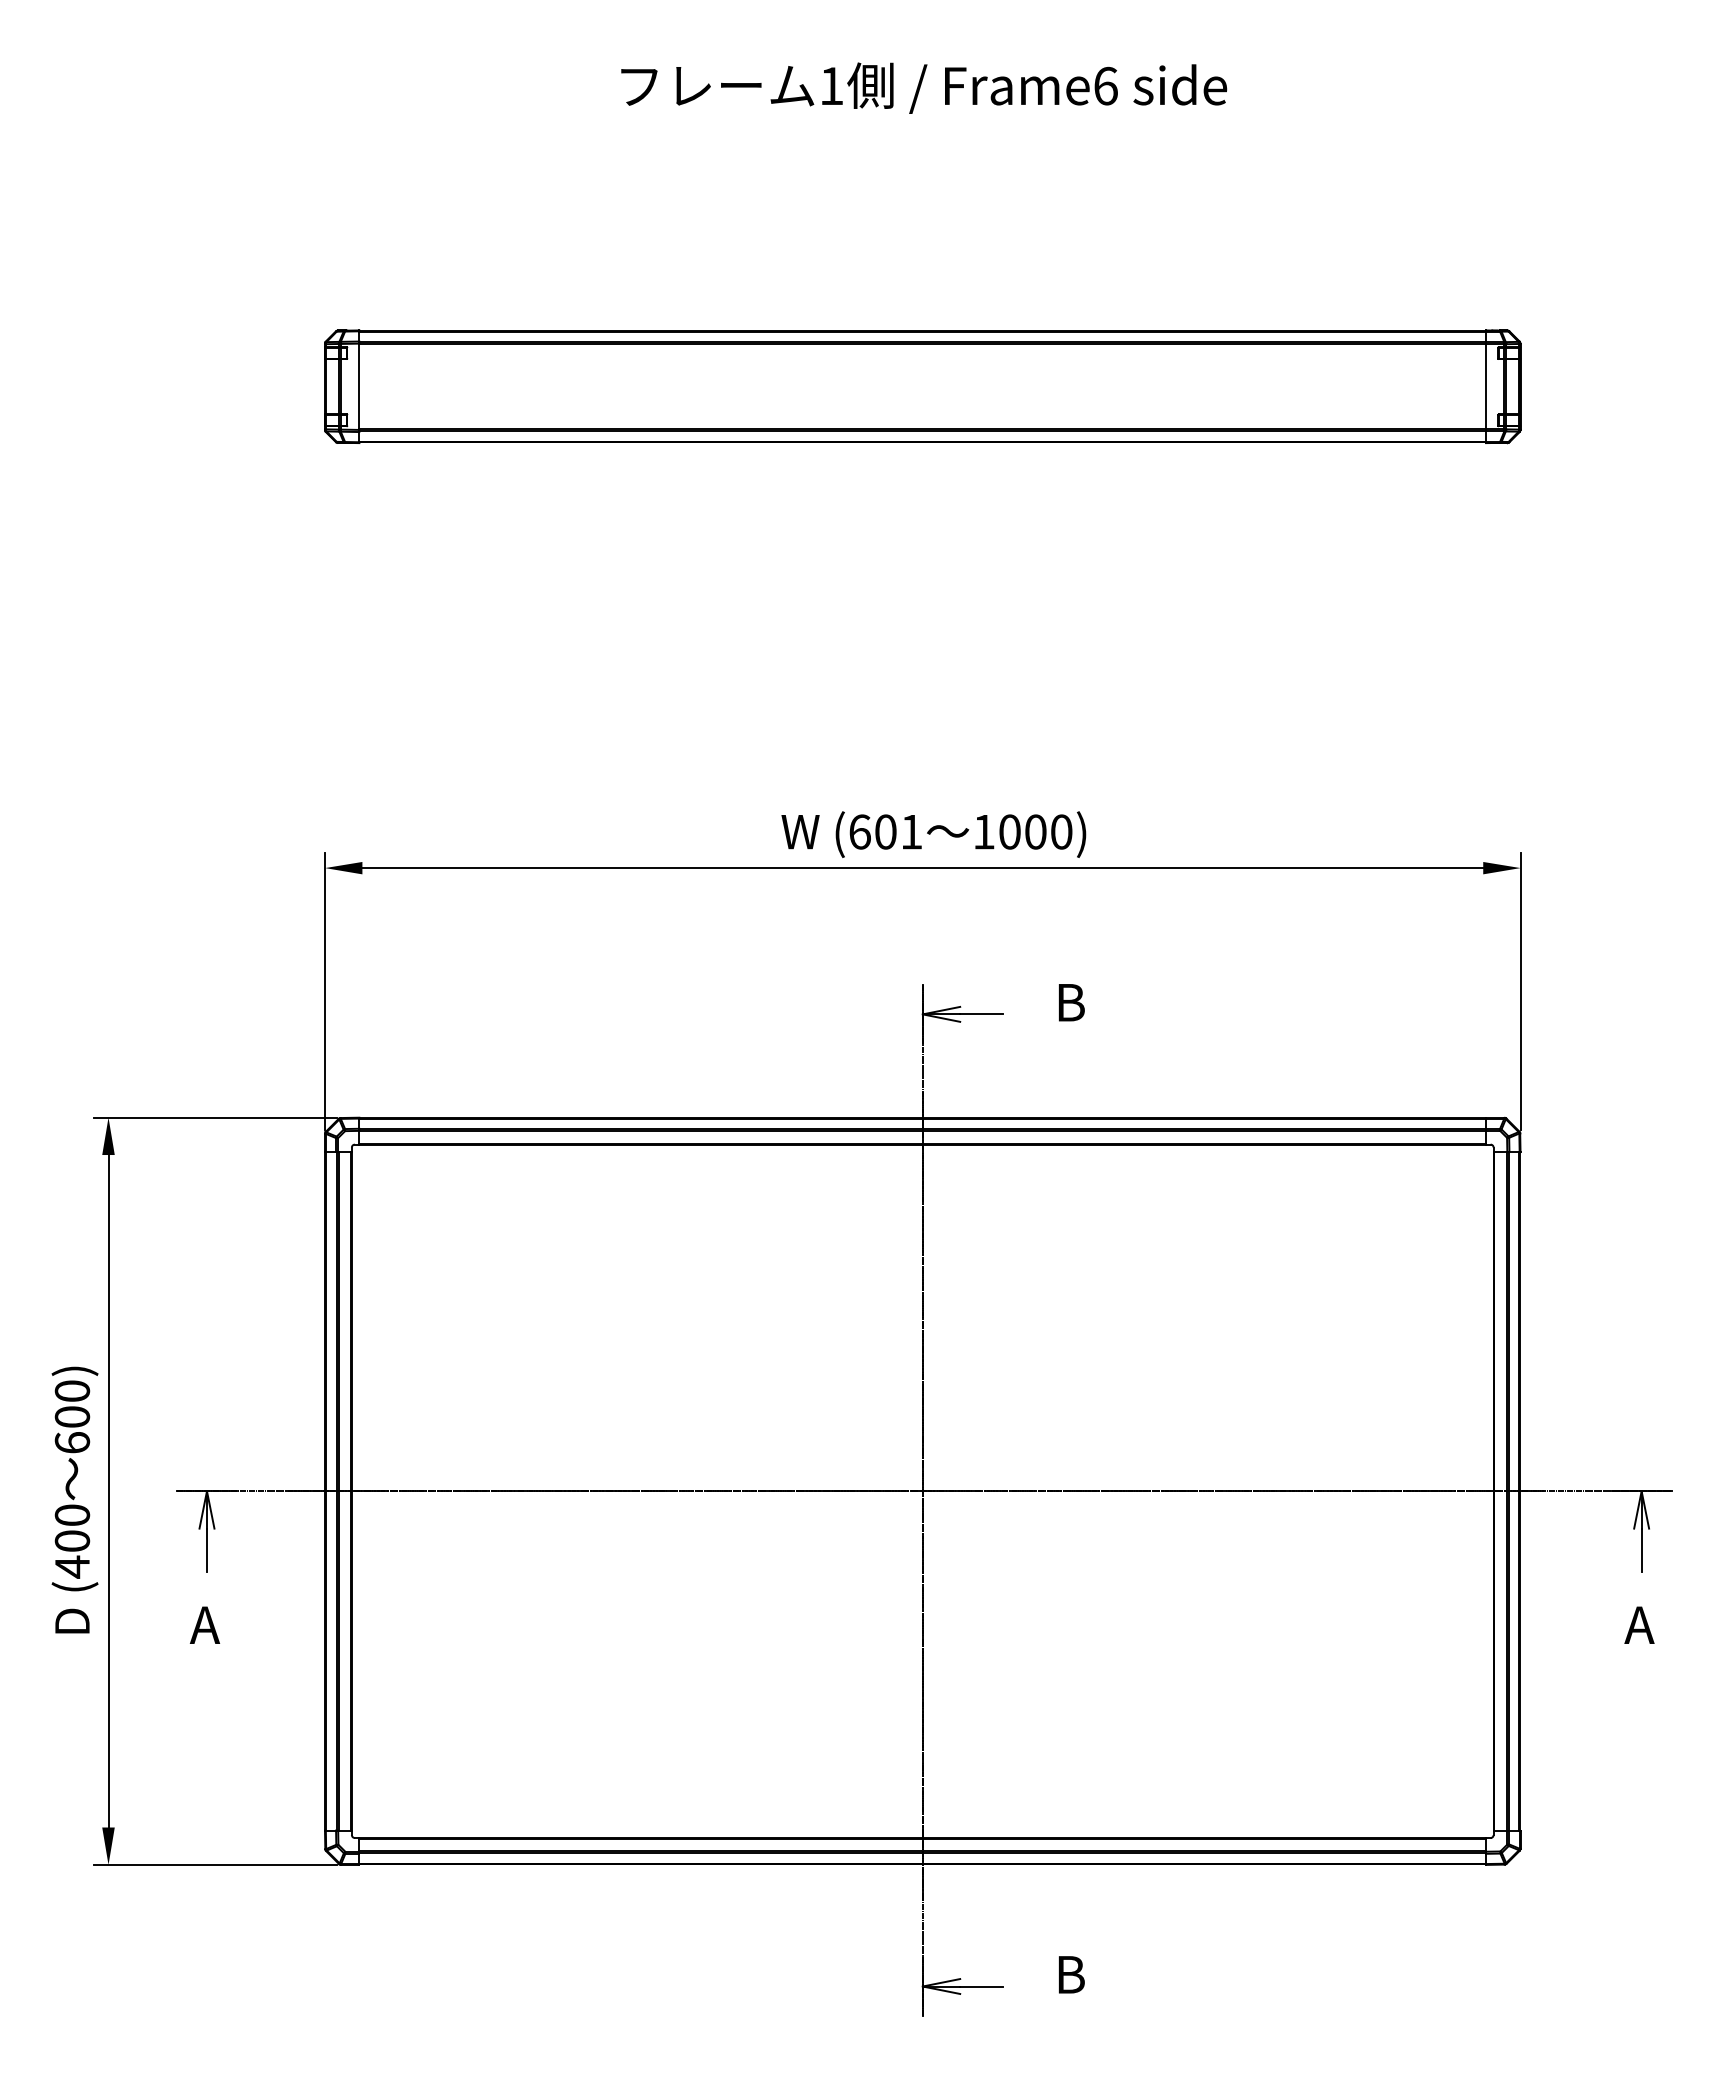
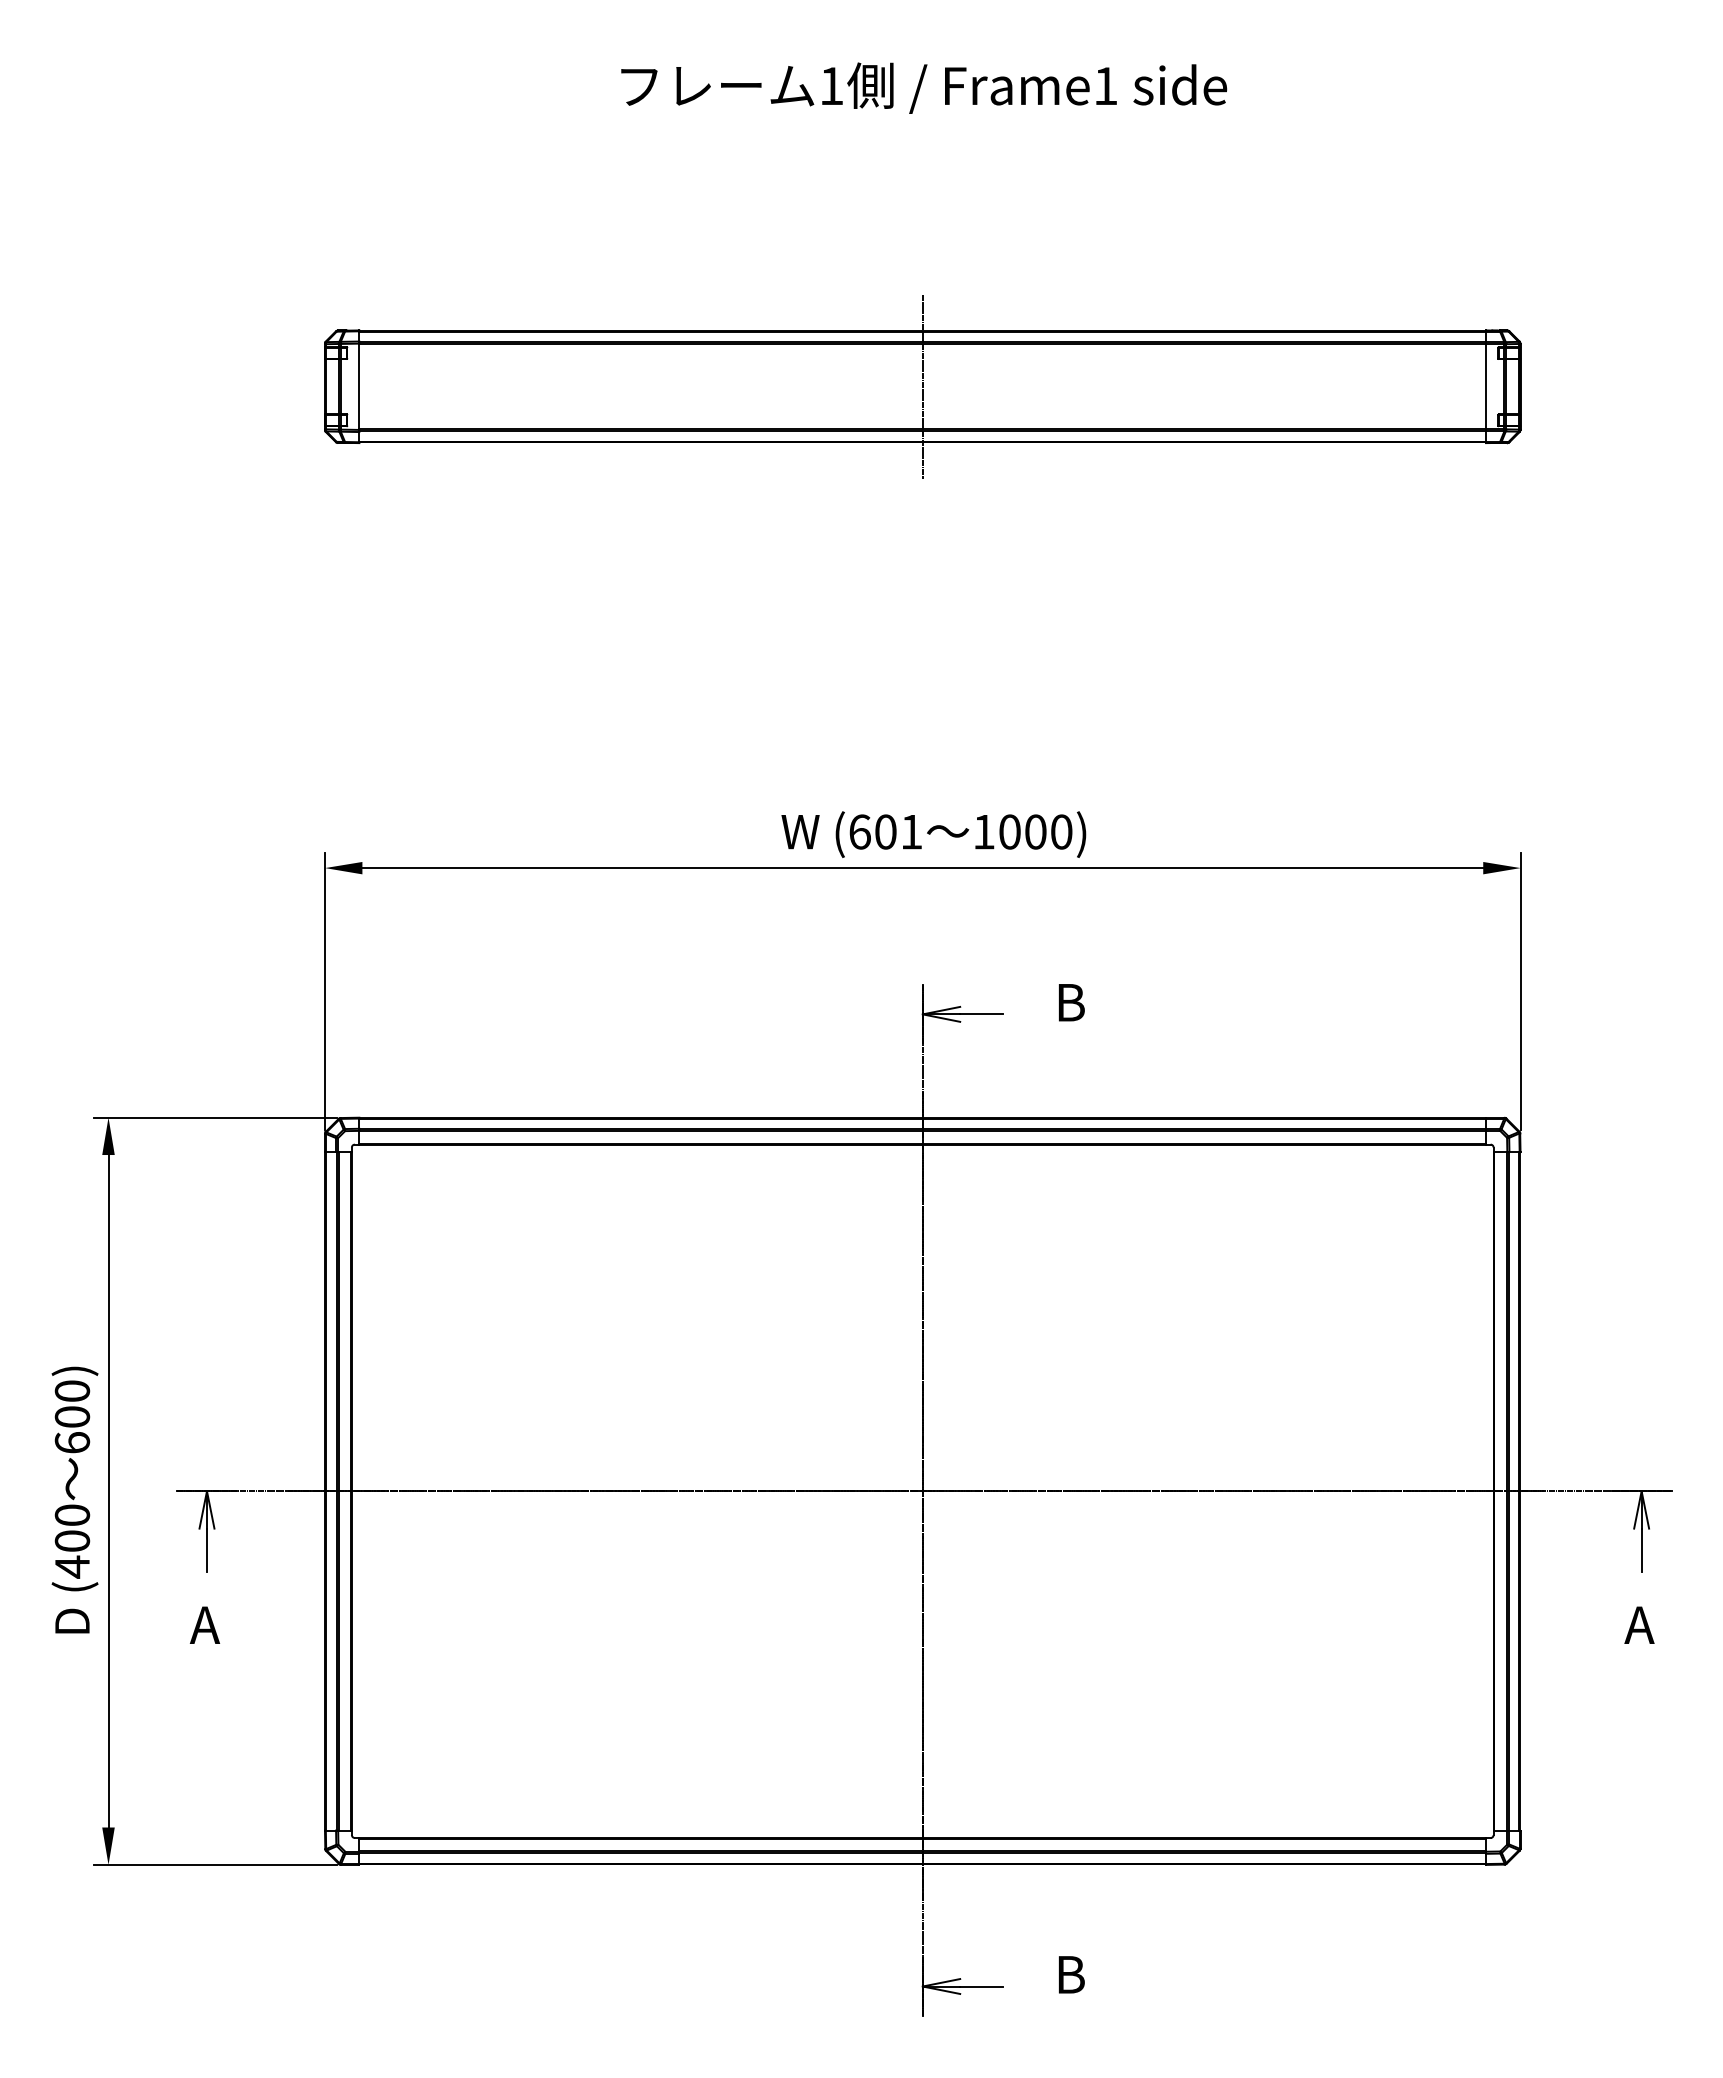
text at (1105, 85): Frame6 -> Frame1
line at (922, 386): none -> present
